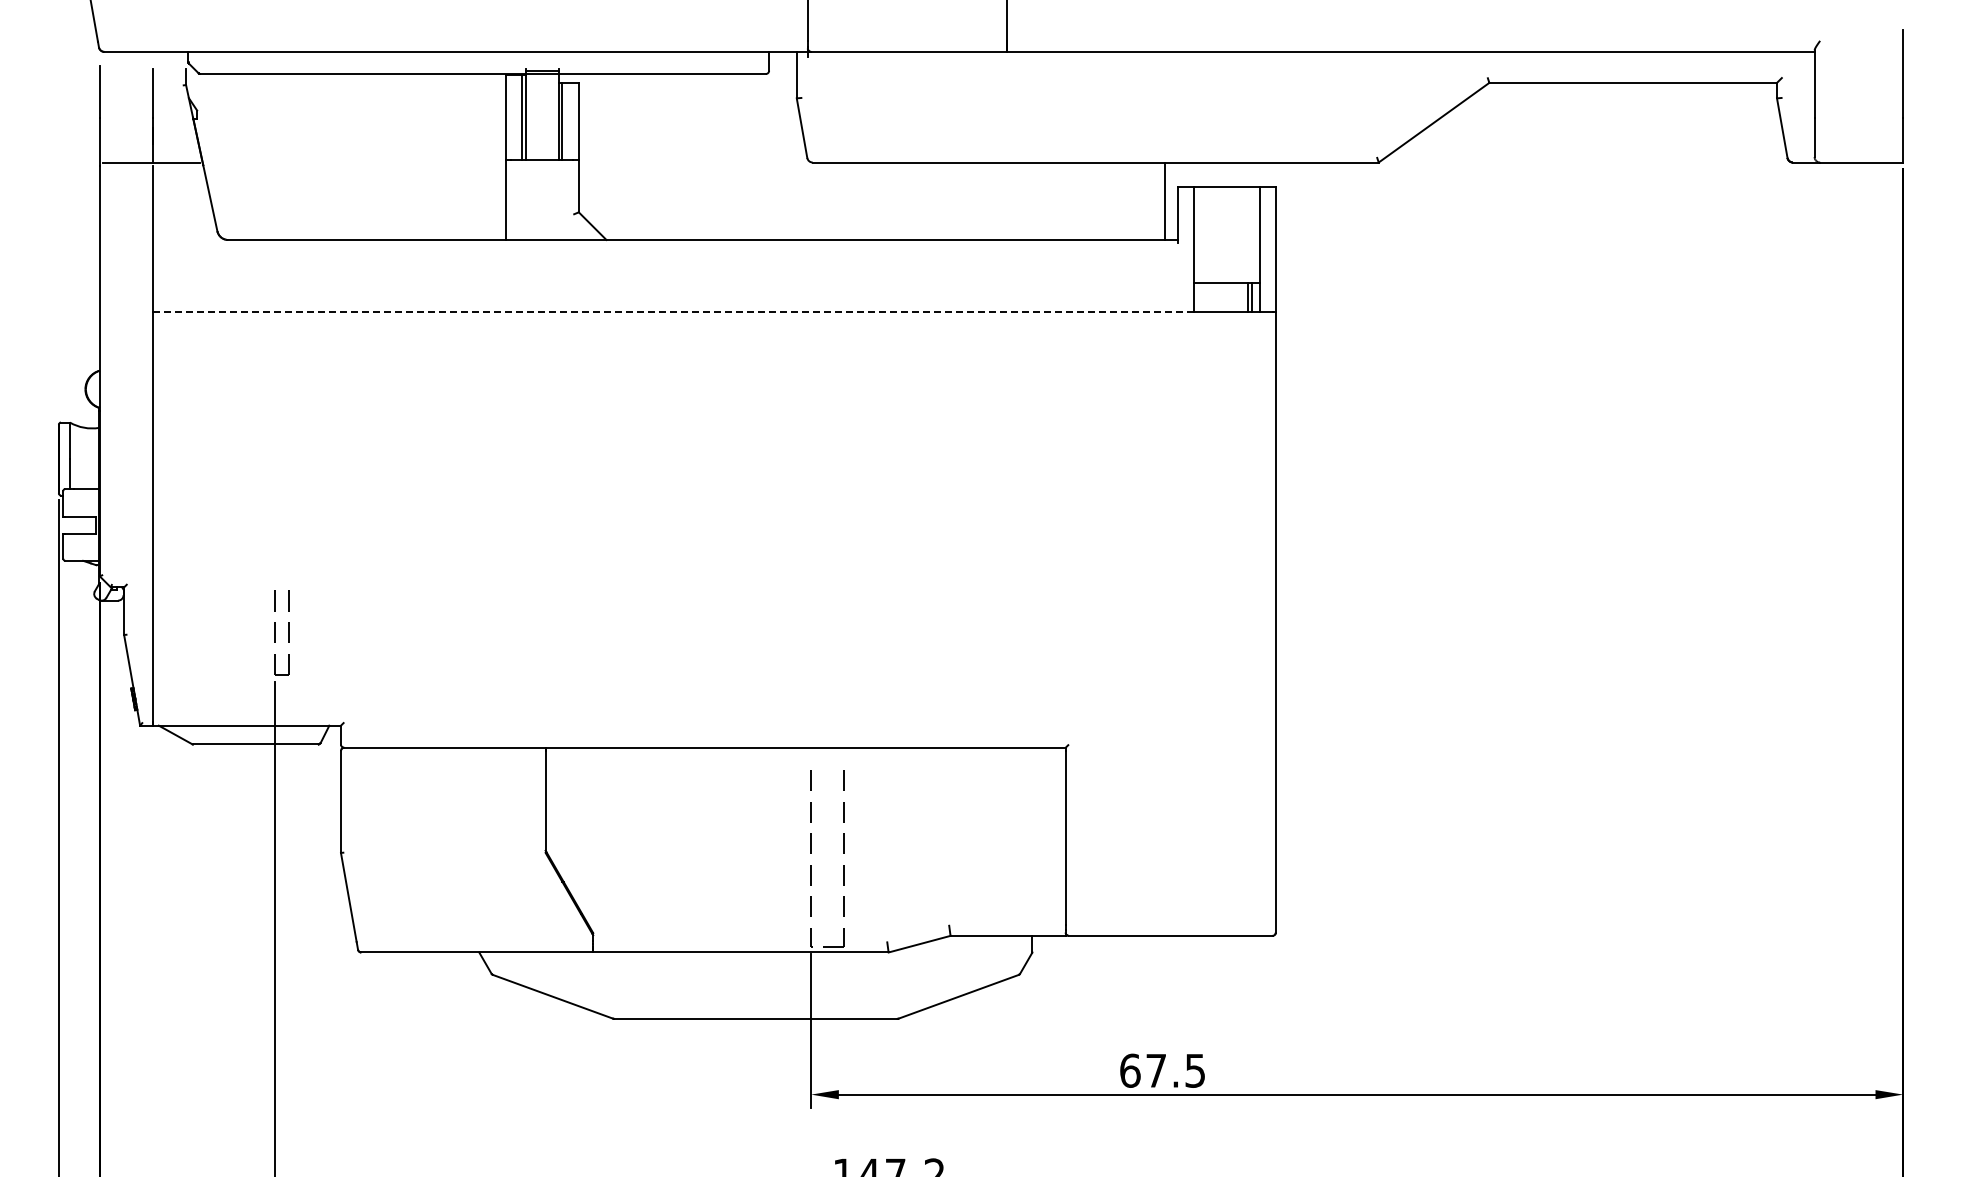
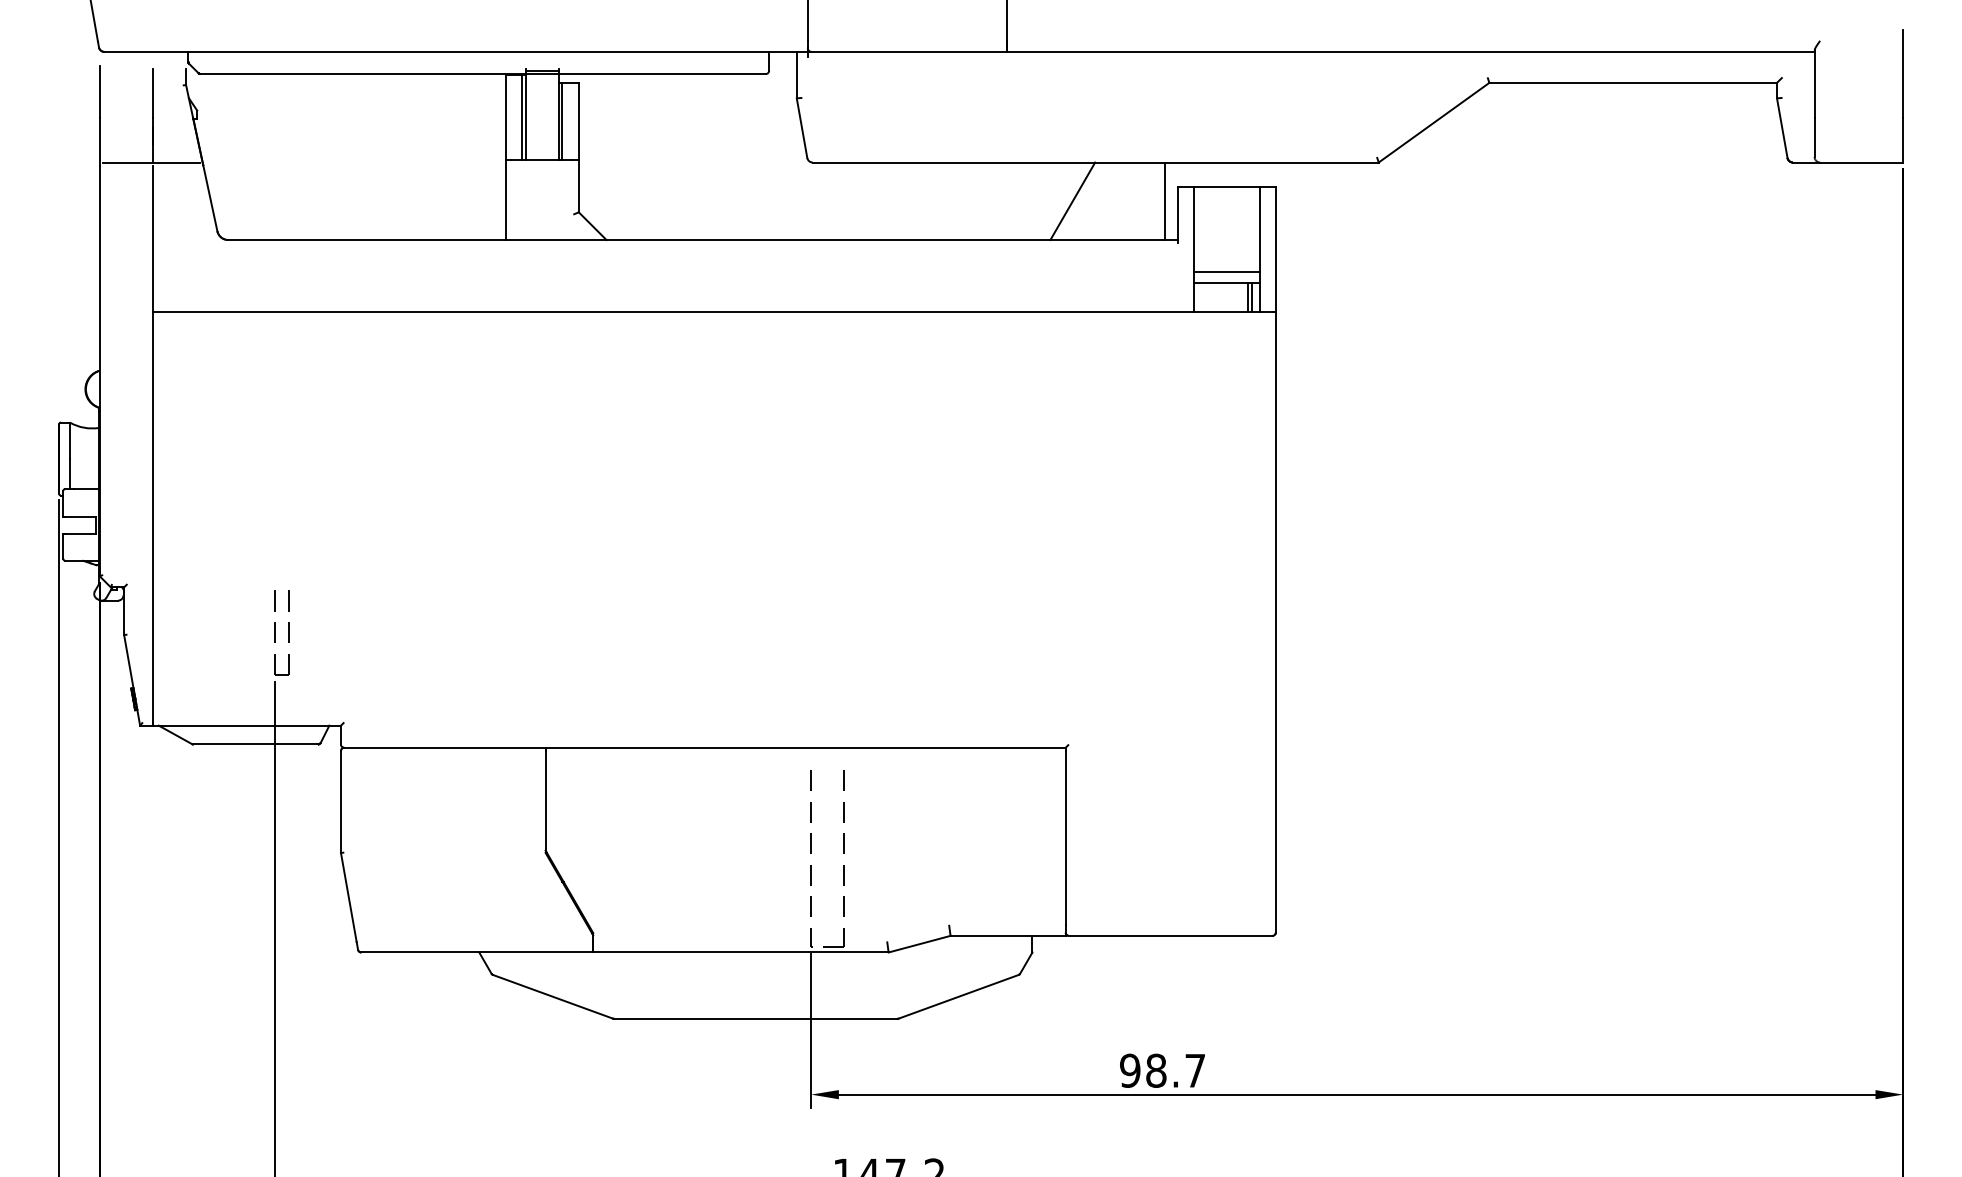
line at (1072, 201): none -> present
line at (1226, 272): none -> present
line at (673, 311): dashed -> solid
text at (1162, 1070): 67.5 -> 98.7
